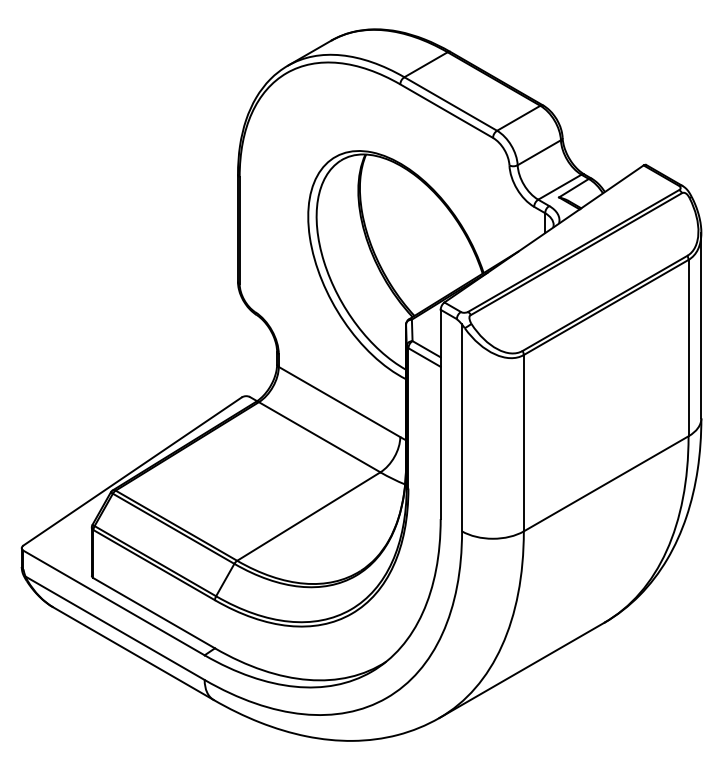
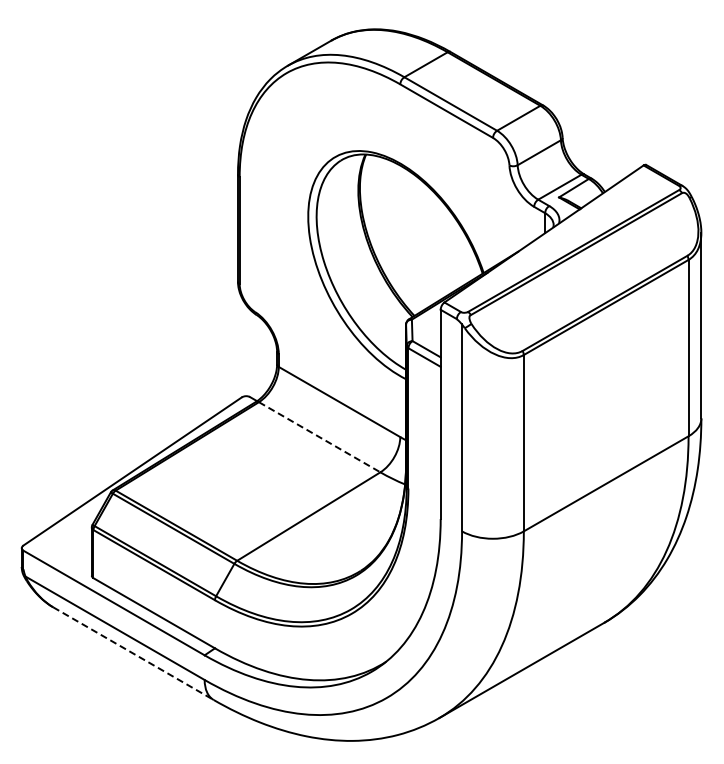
line at (320, 437): solid -> dashed
line at (133, 653): solid -> dashed
